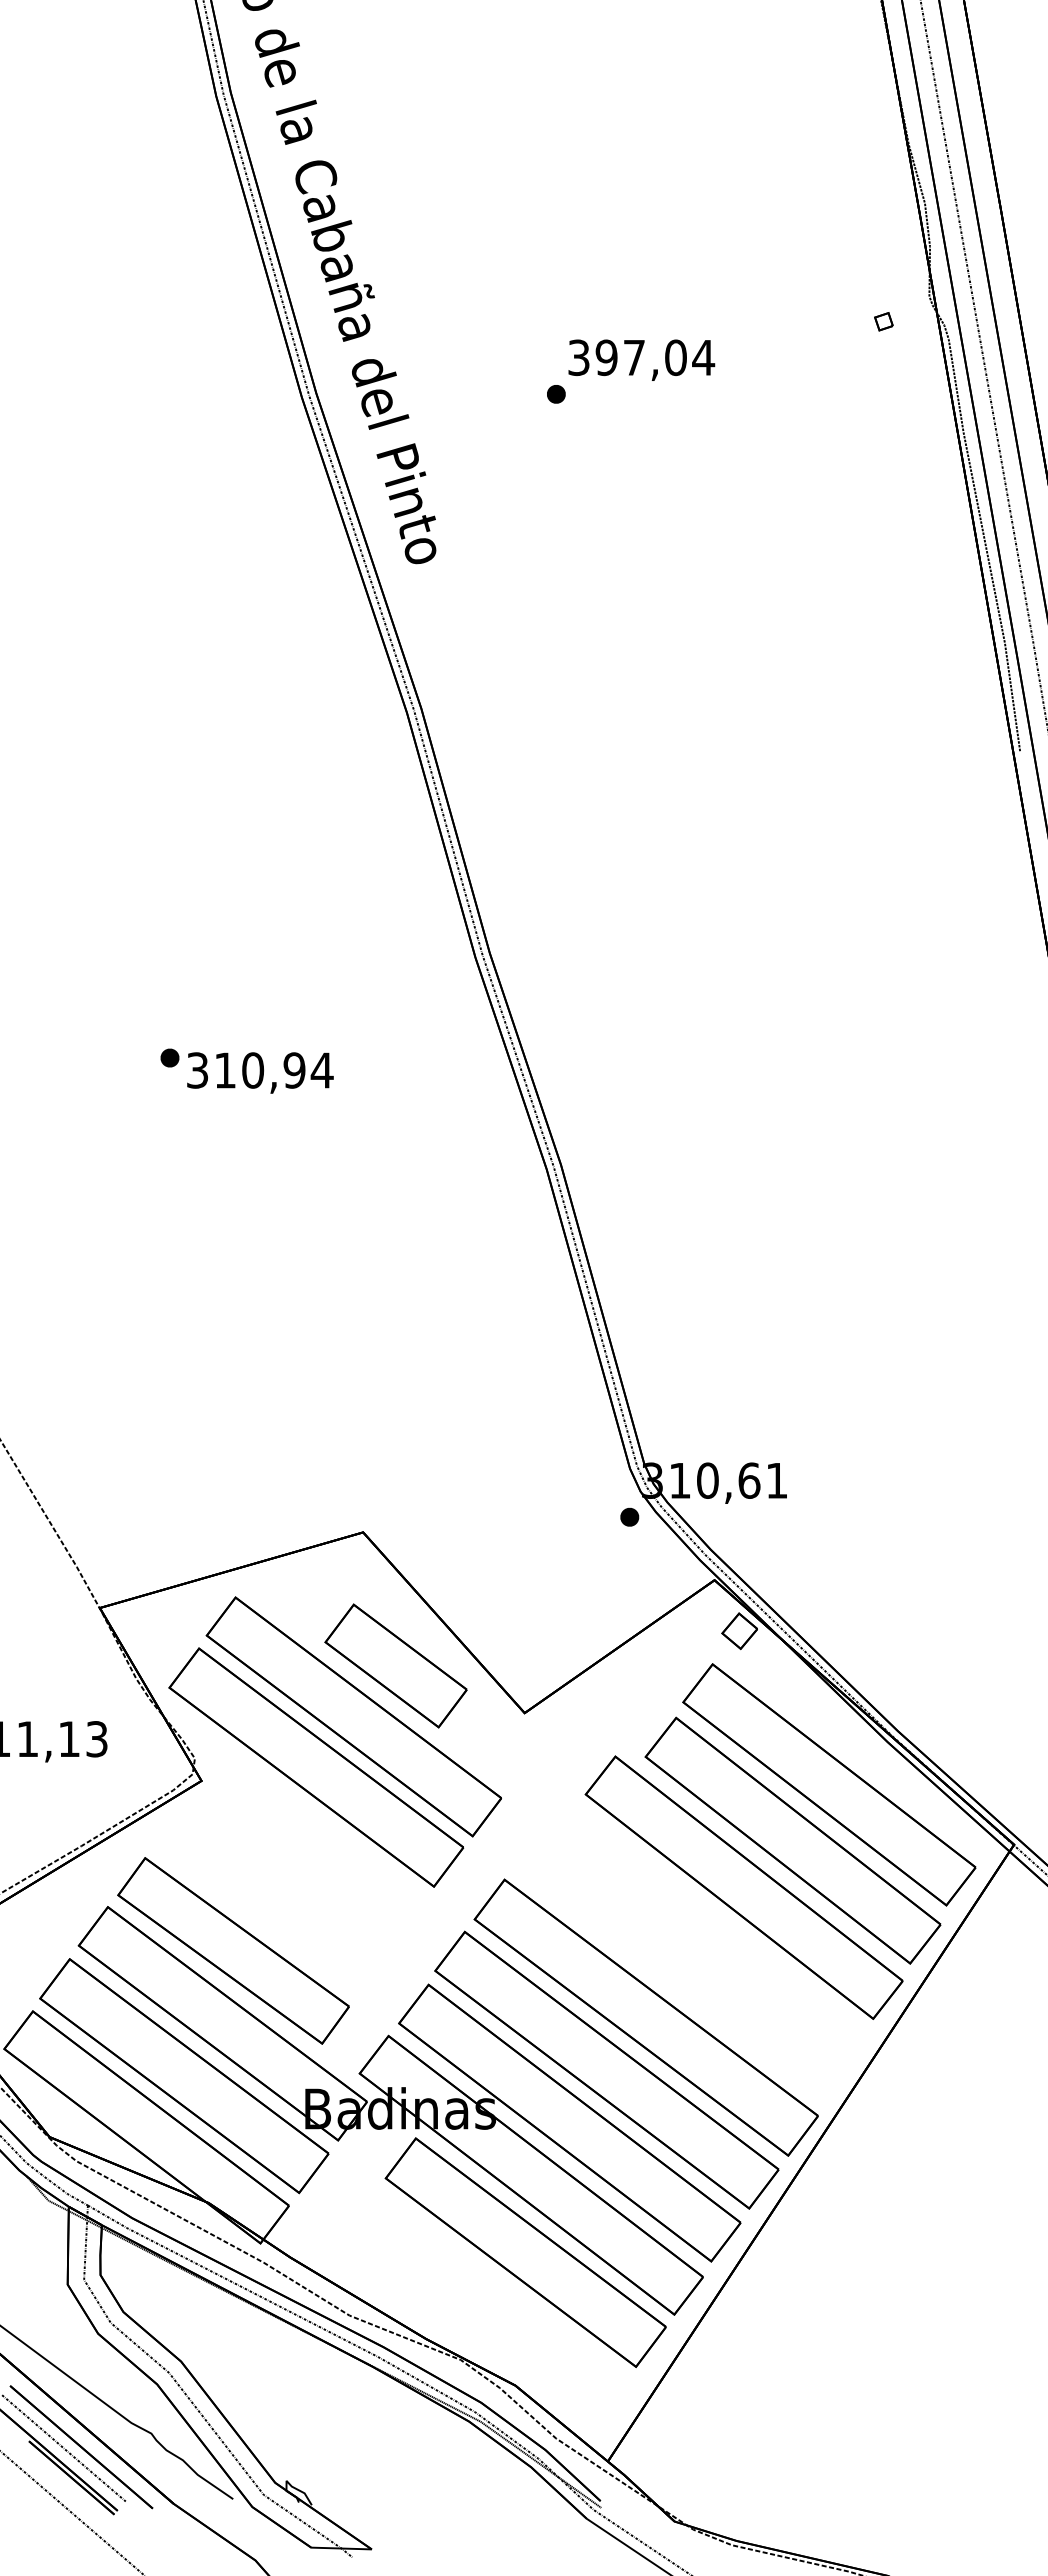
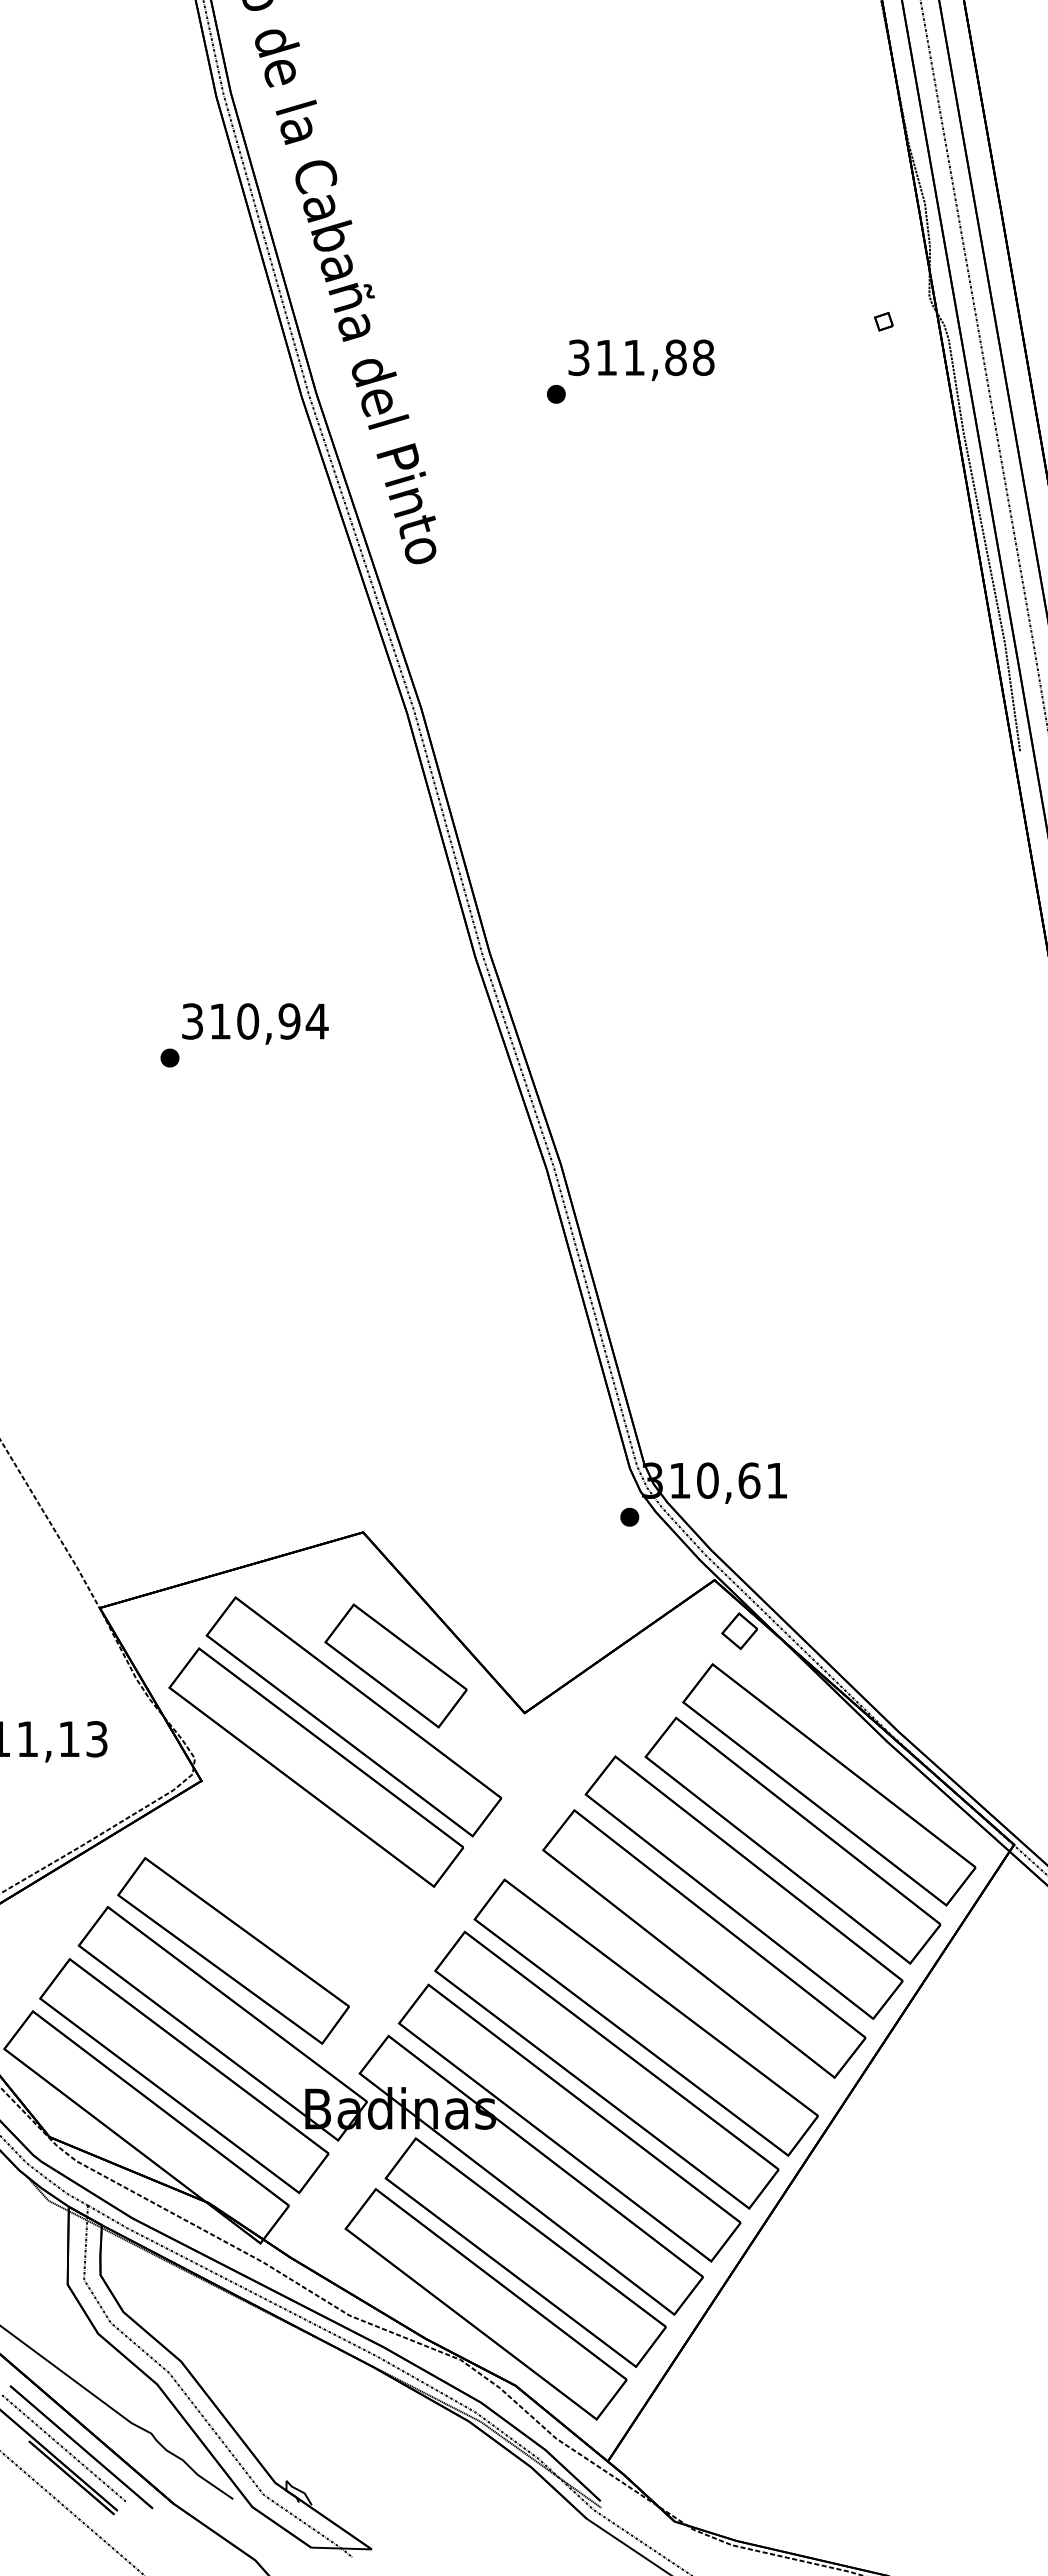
text at (655, 357): 397,04 -> 311,88
text at (260, 1072) position: (260, 1072) -> (255, 1023)
part at (704, 1943): none -> present
part at (485, 2304): none -> present
